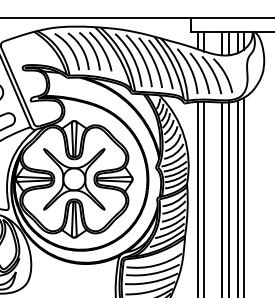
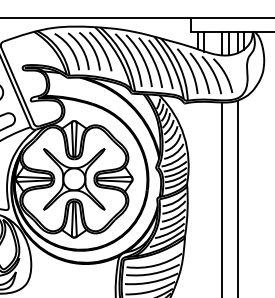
line at (244, 195): present -> none
line at (197, 197): present -> none
line at (204, 197): present -> none
line at (228, 198): present -> none
